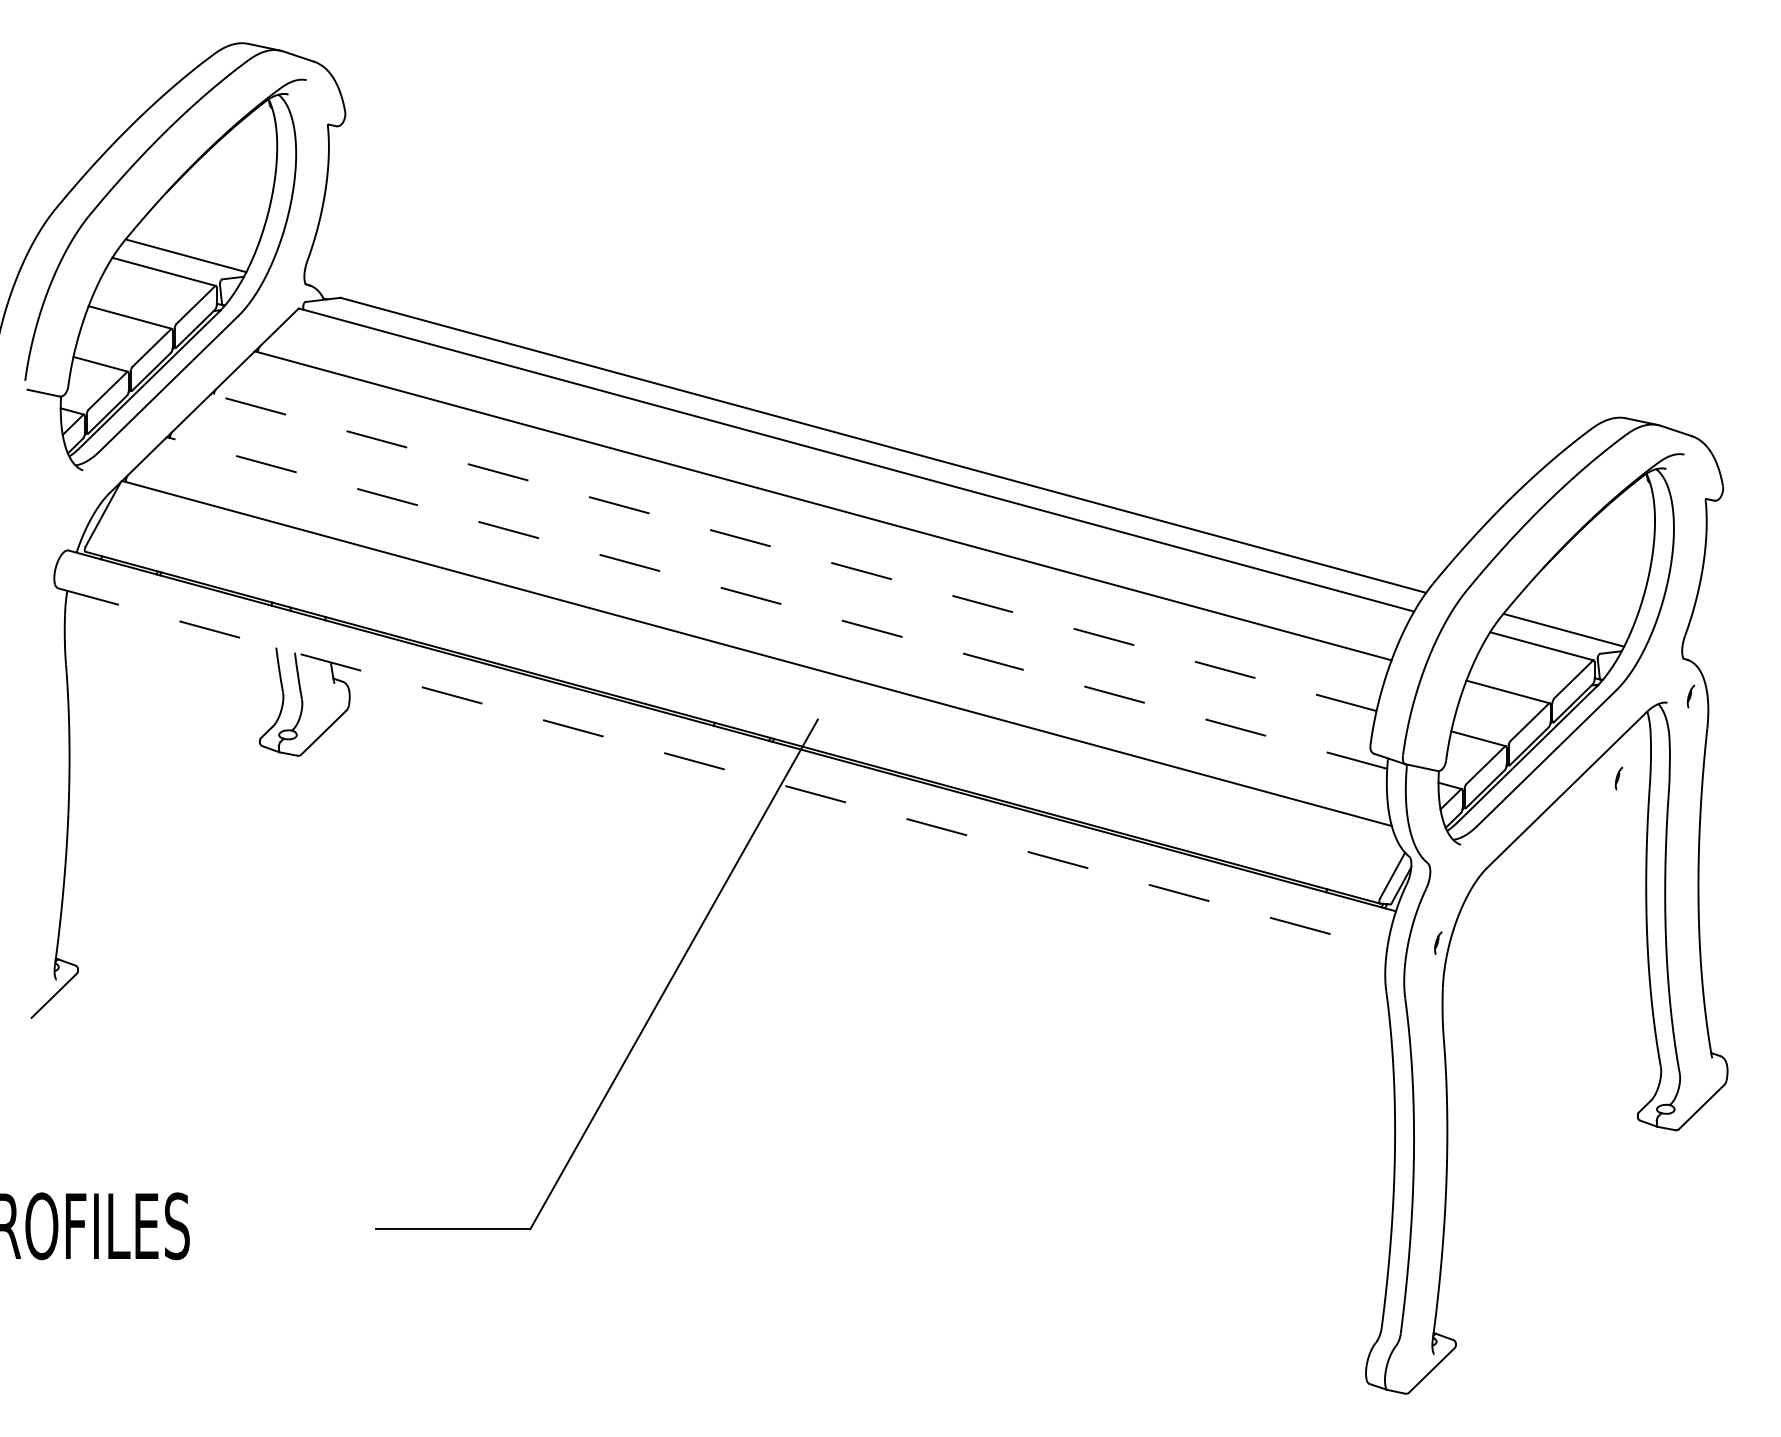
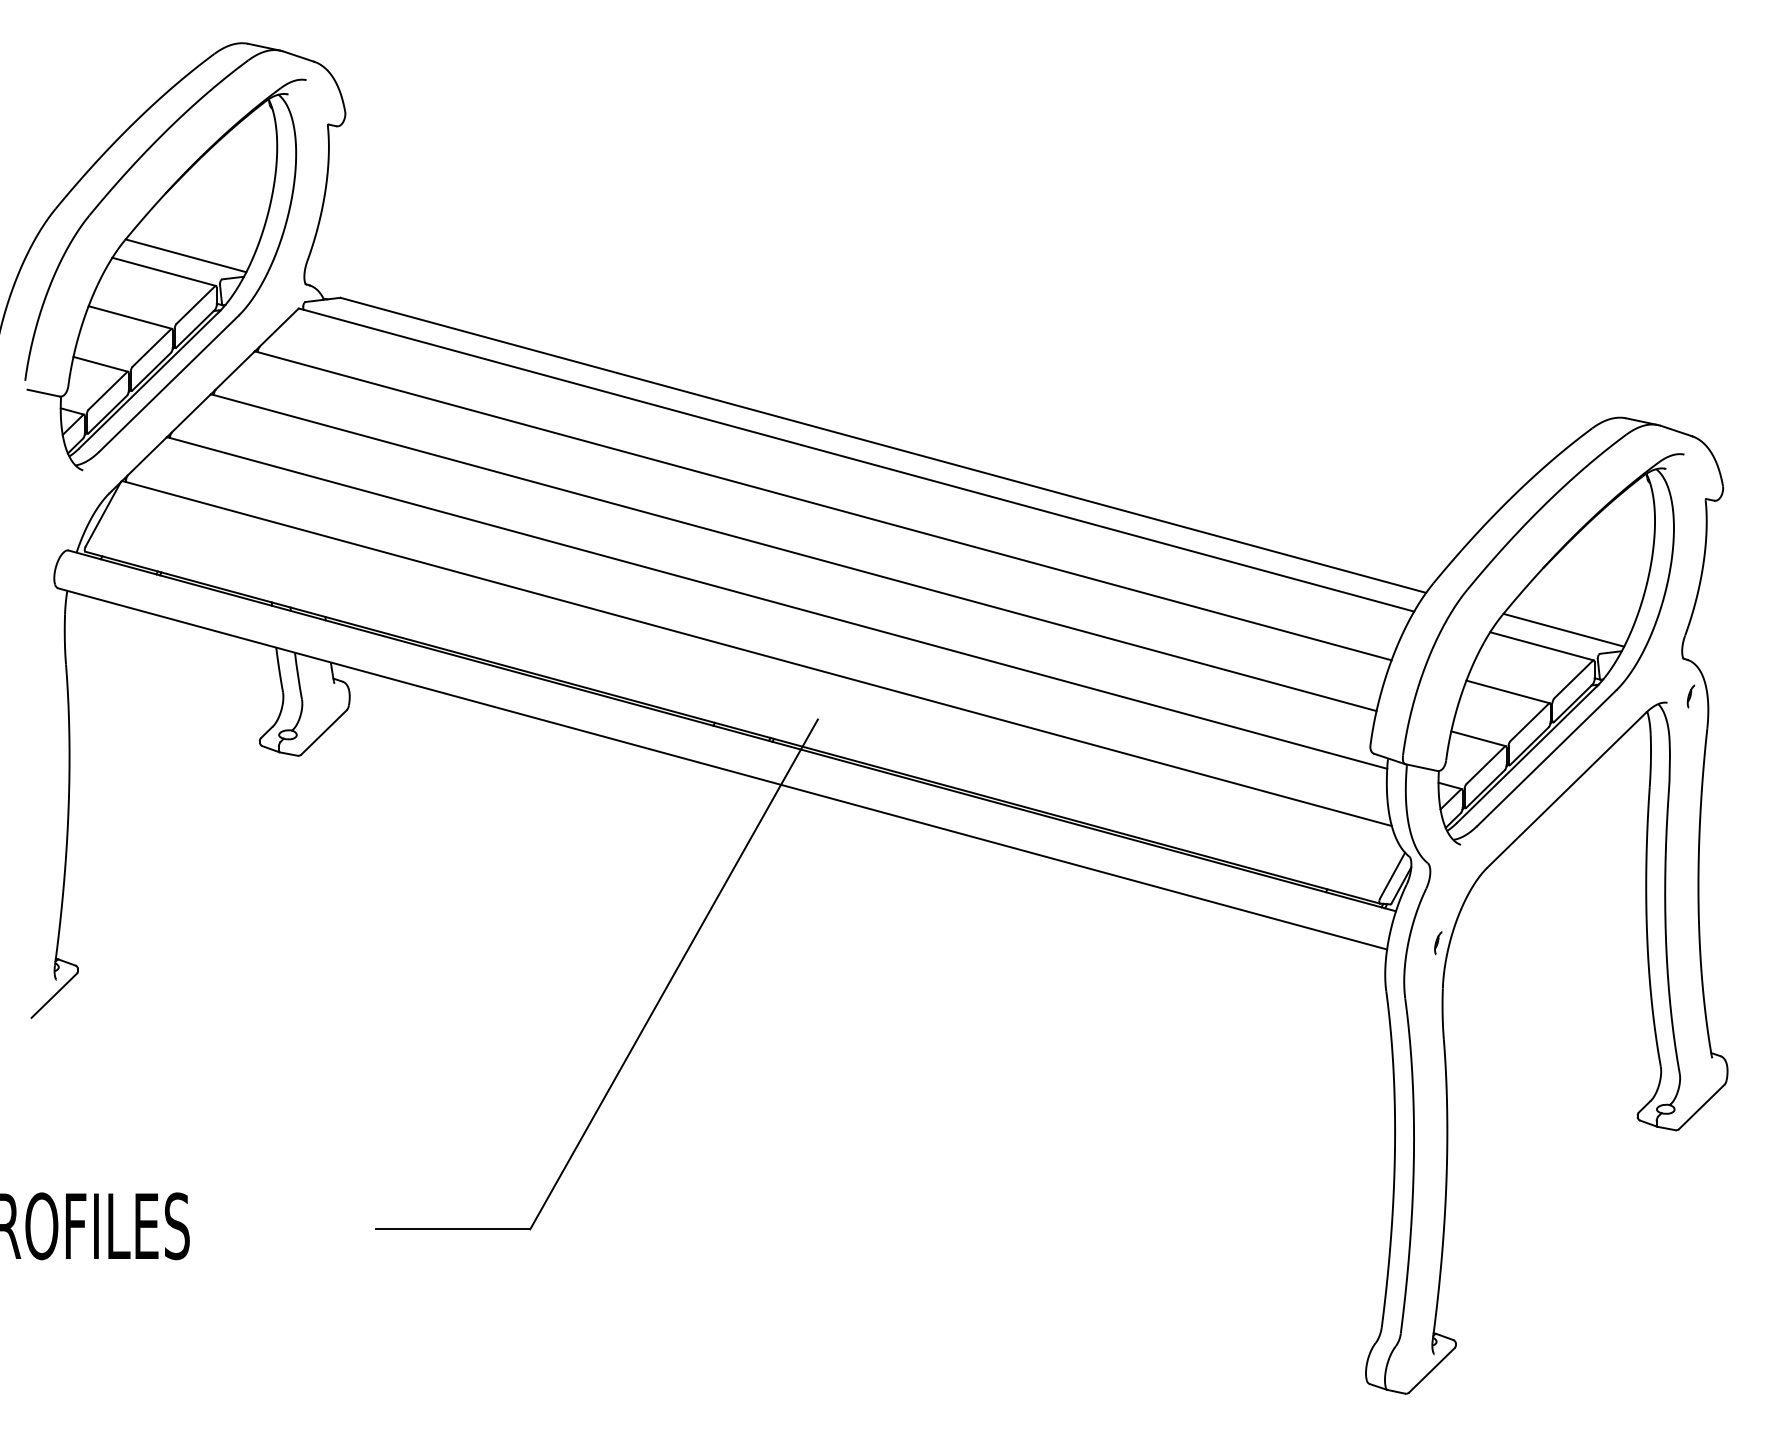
line at (793, 552): dashed -> solid
line at (776, 602): dashed -> solid
line at (722, 768): dashed -> solid
part at (1618, 778): present -> none
